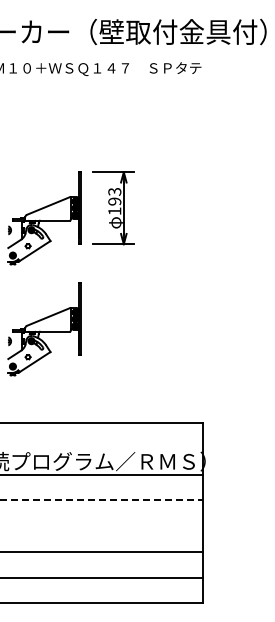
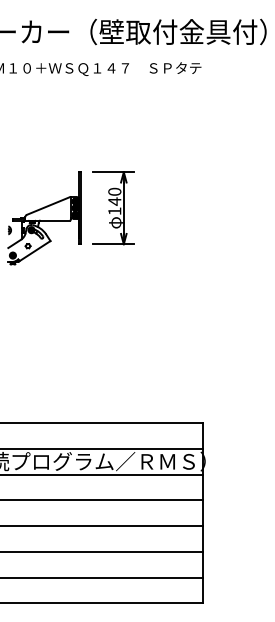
text at (114, 196): 193 -> 140
part at (44, 329): present -> none
line at (102, 449): none -> present
line at (101, 500): dashed -> solid
line at (102, 526): none -> present
